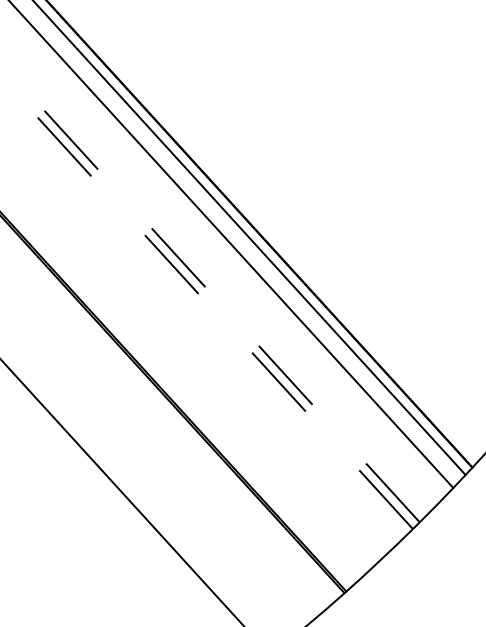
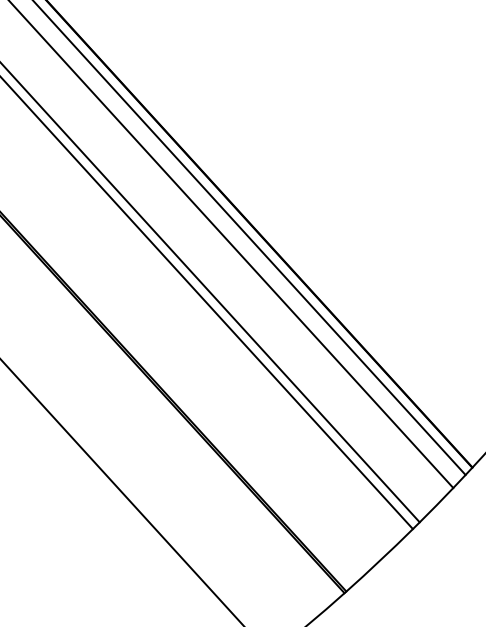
line at (209, 291): dashed -> solid
line at (206, 302): dashed -> solid
